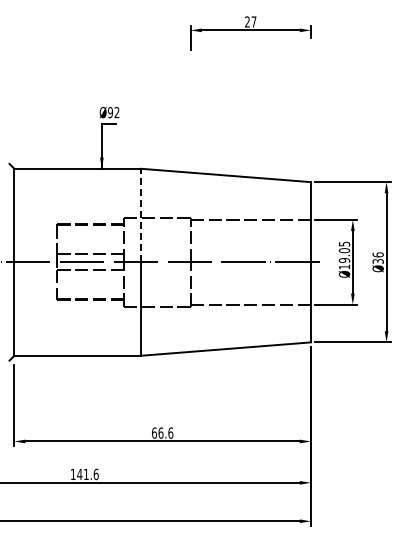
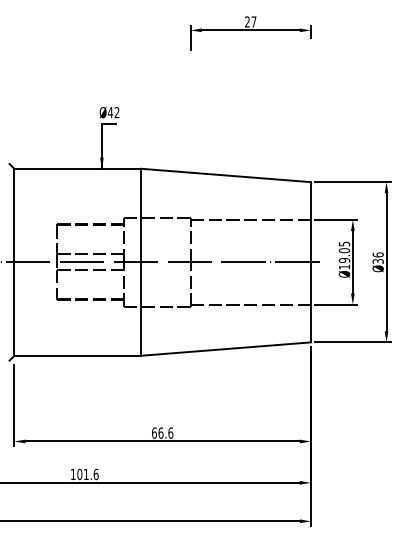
text at (110, 112): 92 -> 42
line at (141, 215): dashed -> solid
text at (79, 474): 141.6 -> 101.6
